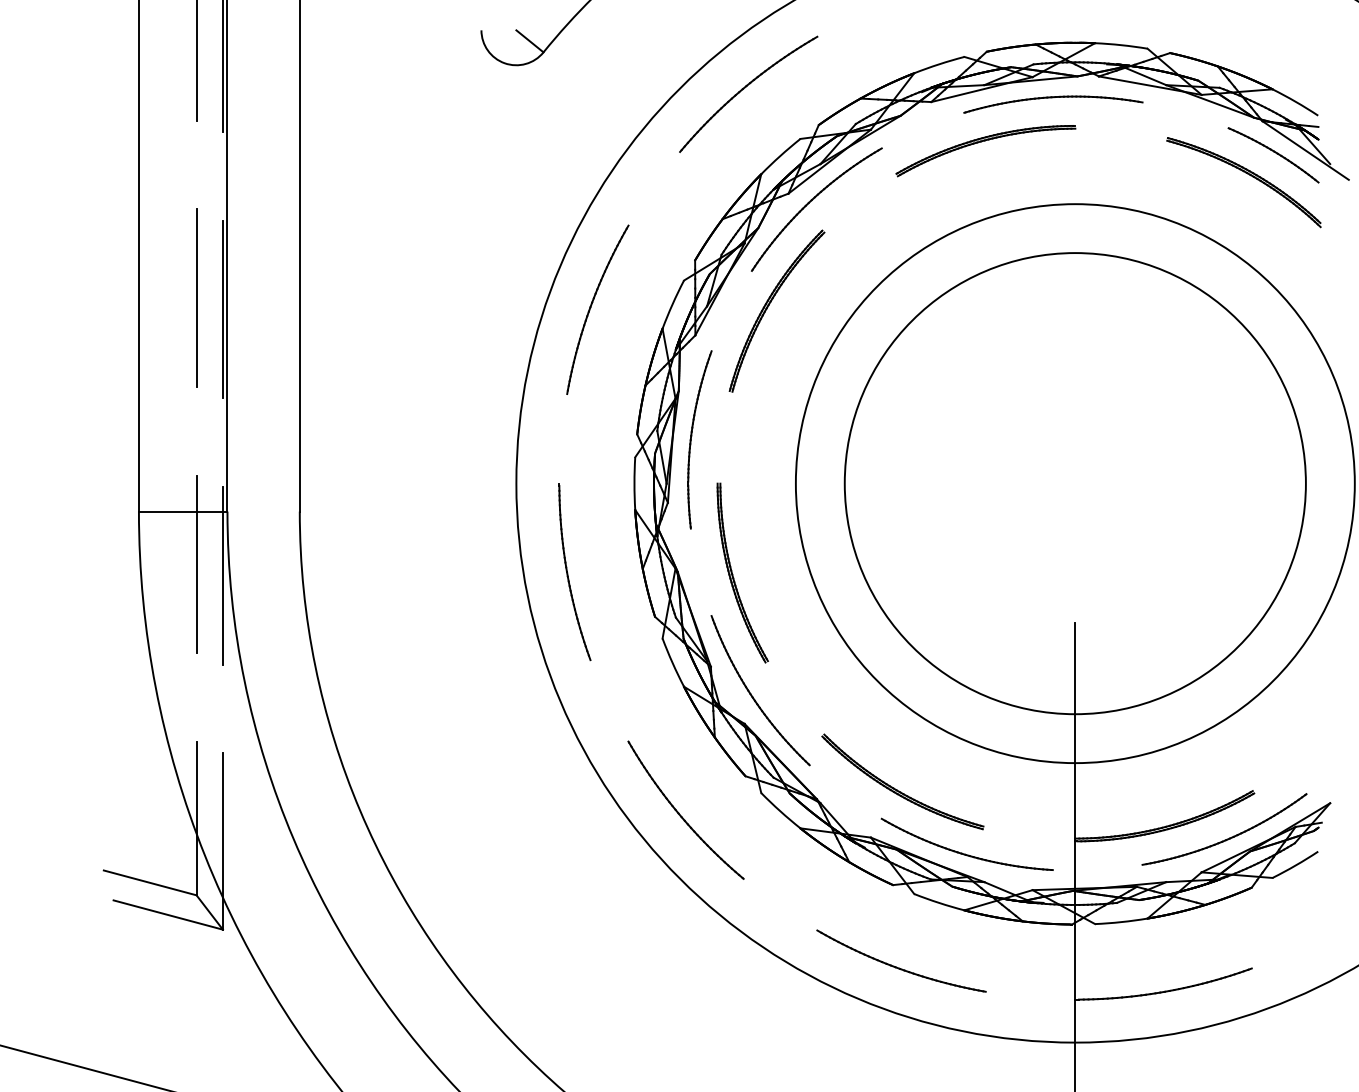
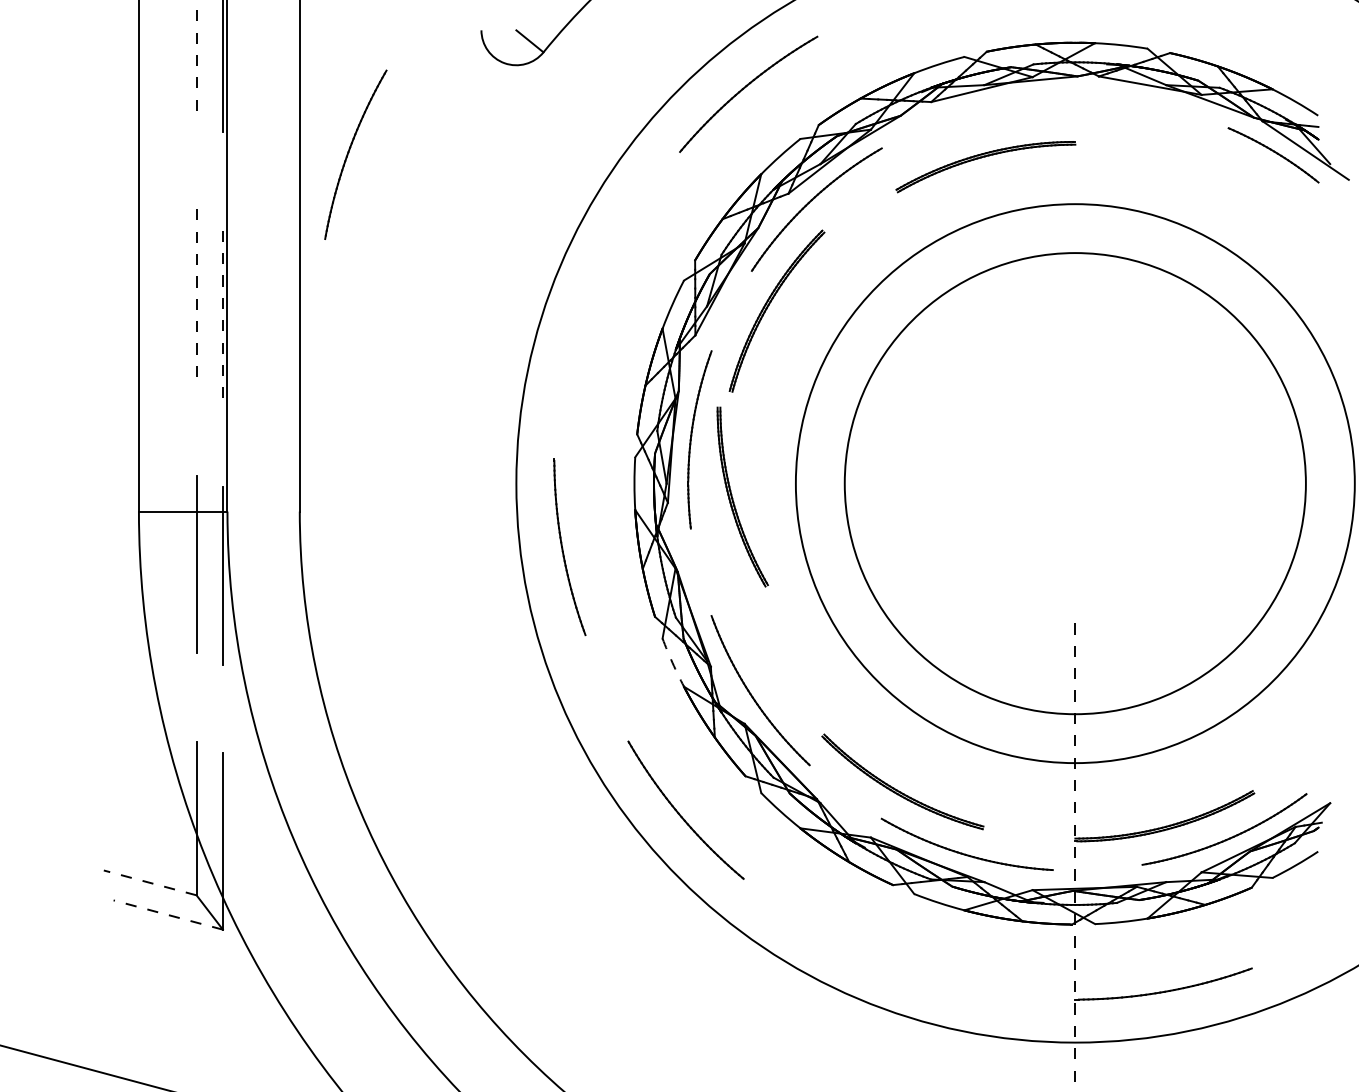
line at (196, 60): solid -> dashed
part at (1053, 104): present -> none
part at (981, 142) position: (981, 142) -> (981, 158)
part at (1247, 174): present -> none
line at (196, 298): solid -> dashed
part at (591, 307) position: (591, 307) -> (349, 152)
line at (222, 309): solid -> dashed
part at (568, 573) position: (568, 573) -> (563, 548)
part at (733, 574) position: (733, 574) -> (733, 498)
arc at (672, 662): solid -> dashed
line at (1075, 857): solid -> dashed
line at (149, 882): solid -> dashed
line at (168, 915): solid -> dashed
part at (899, 967): present -> none
